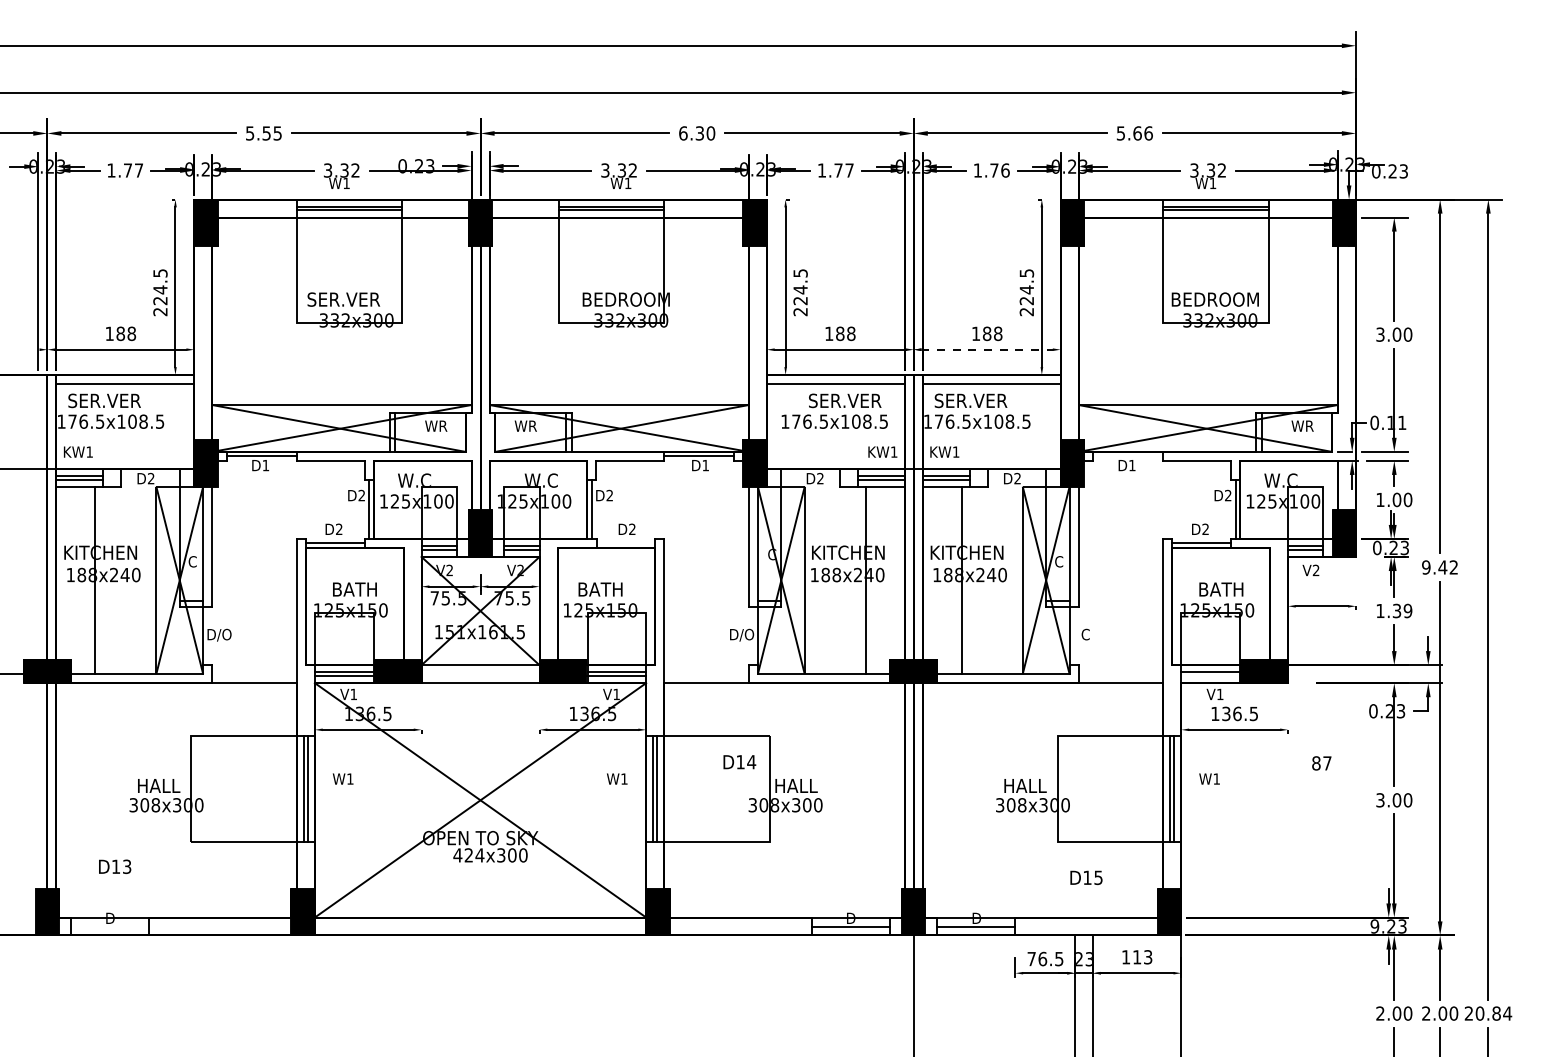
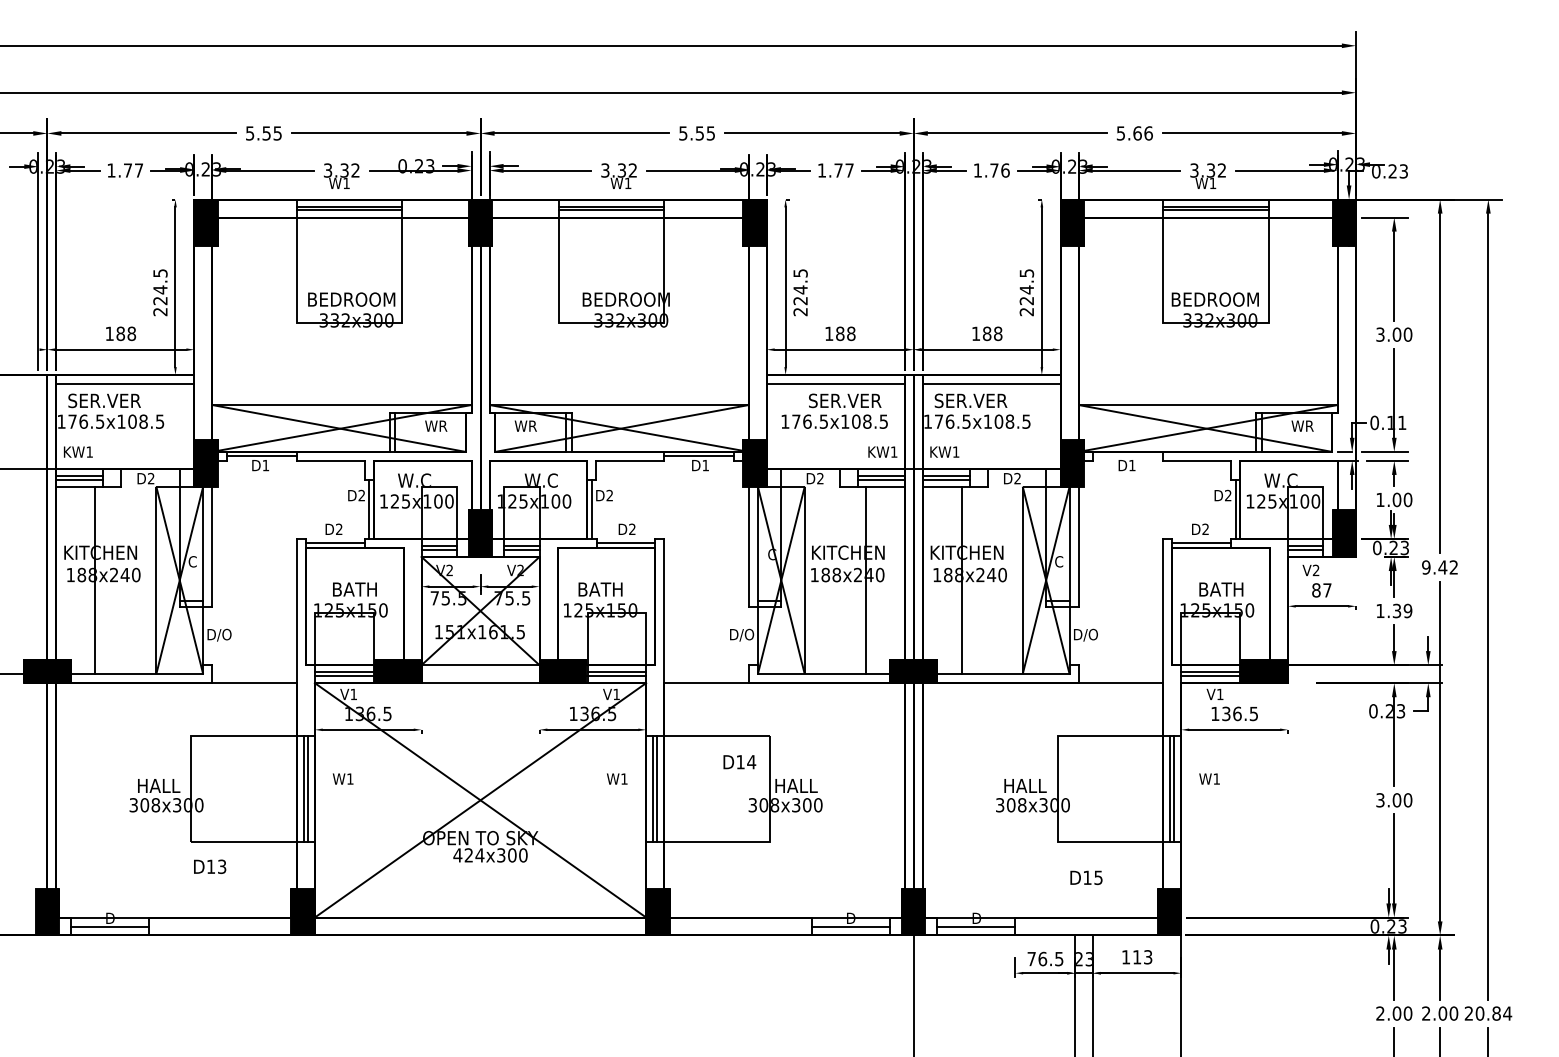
text at (697, 133): 6.30 -> 5.55
text at (351, 299): SER.VER -> BEDROOM
line at (987, 349): dashed -> solid
line at (625, 543): none -> present
text at (1085, 634): C -> D/O
line at (1211, 676): none -> present
text at (1321, 763) position: (1321, 763) -> (1321, 590)
text at (115, 866) position: (115, 866) -> (210, 866)
line at (109, 926): none -> present
text at (1374, 926): 9.23 -> 0.23
